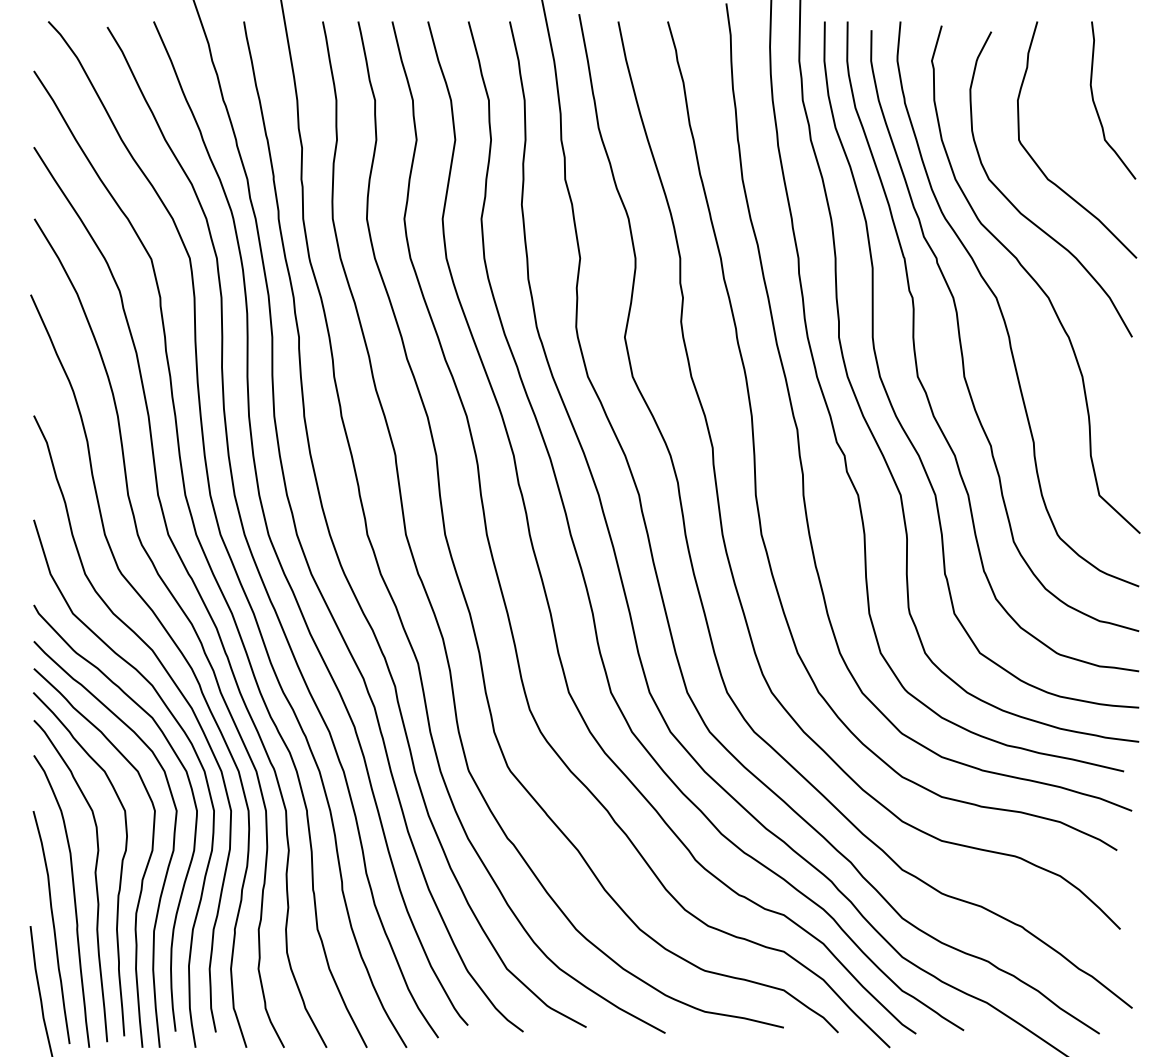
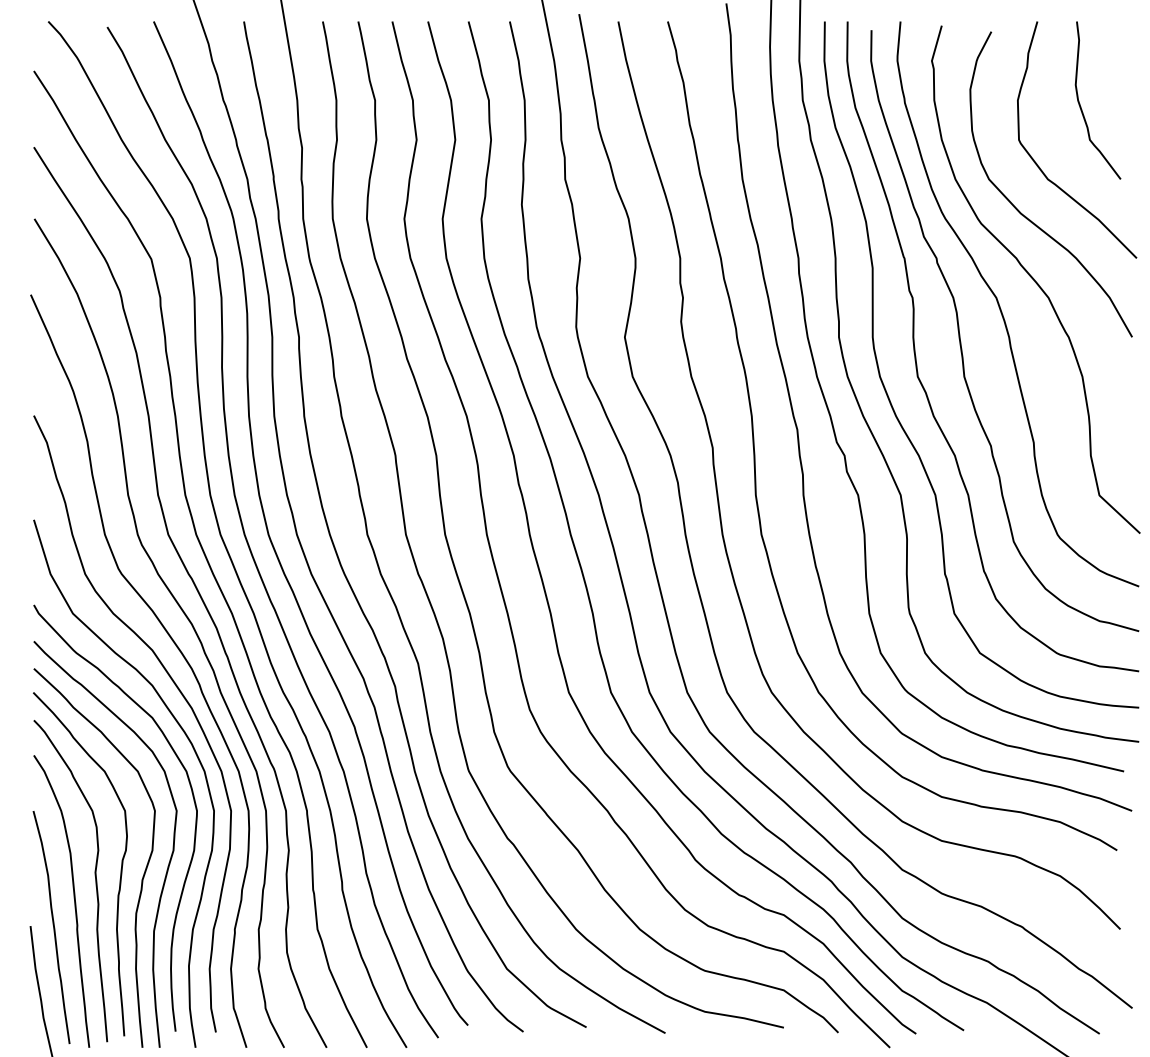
curve at (1096, 106) position: (1096, 106) -> (1081, 106)
